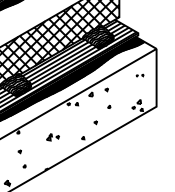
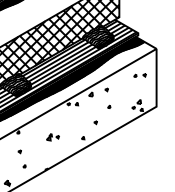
part at (139, 75) size: 10x5 px -> 14x5 px
